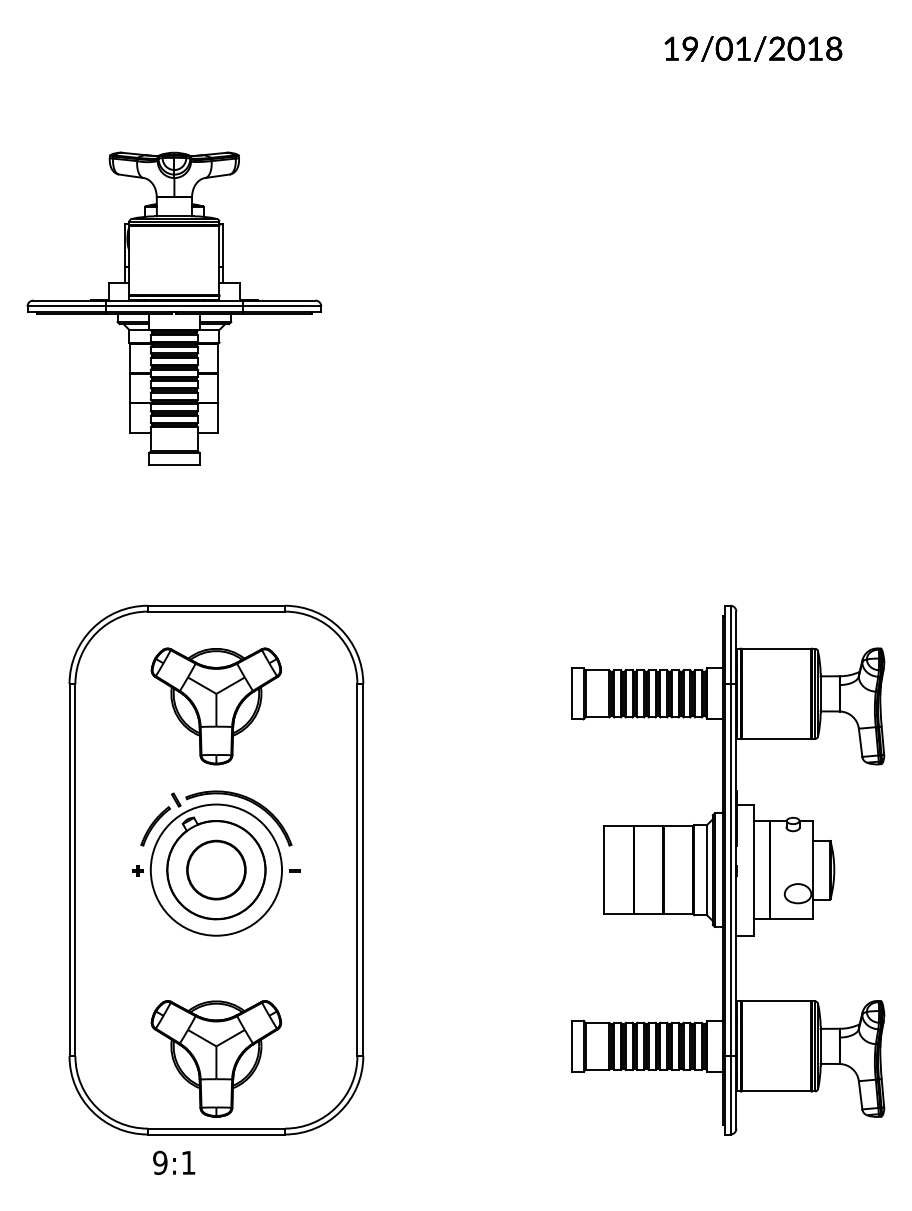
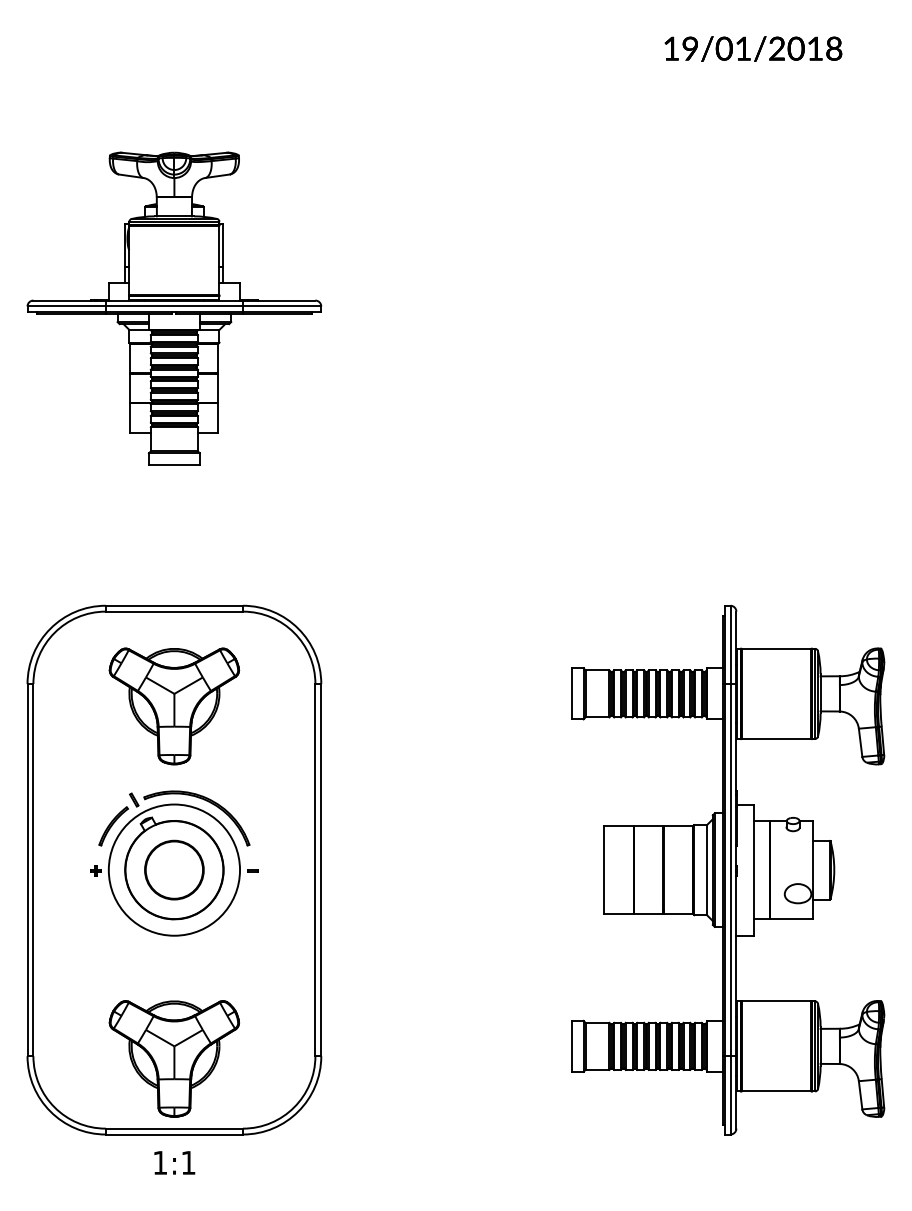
part at (216, 869) position: (216, 869) -> (174, 869)
text at (160, 1162): 9:1 -> 1:1
